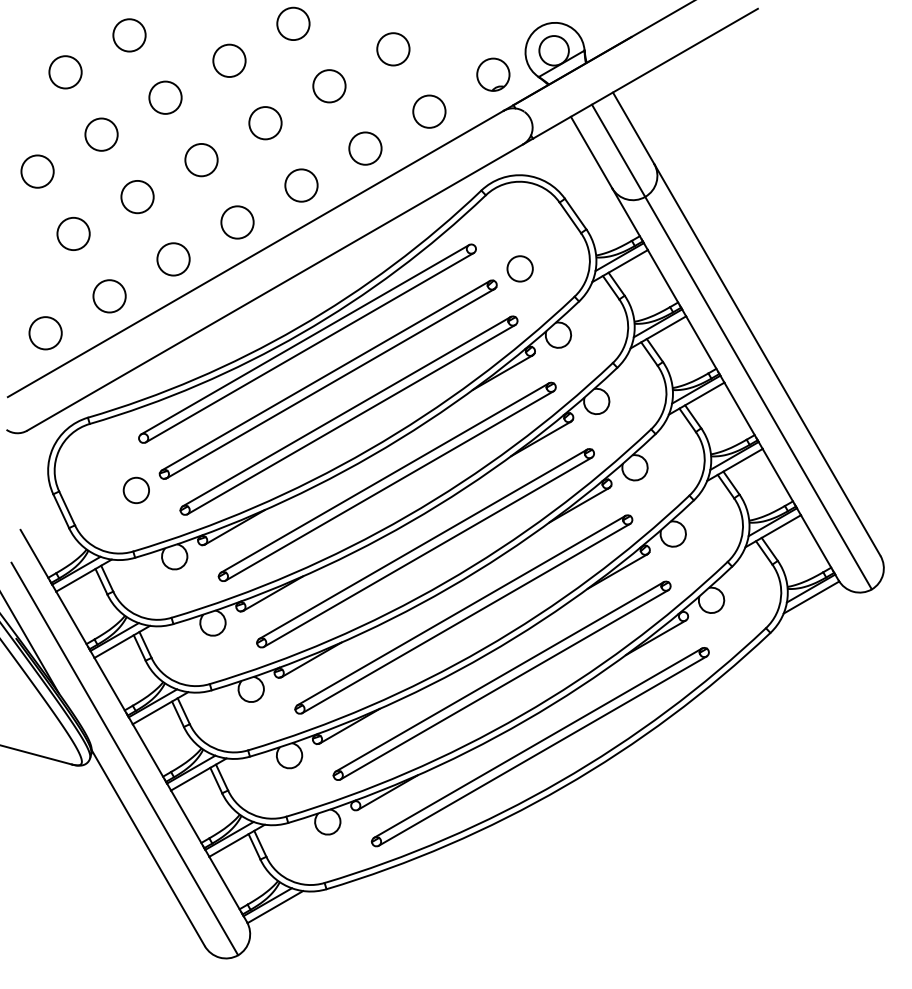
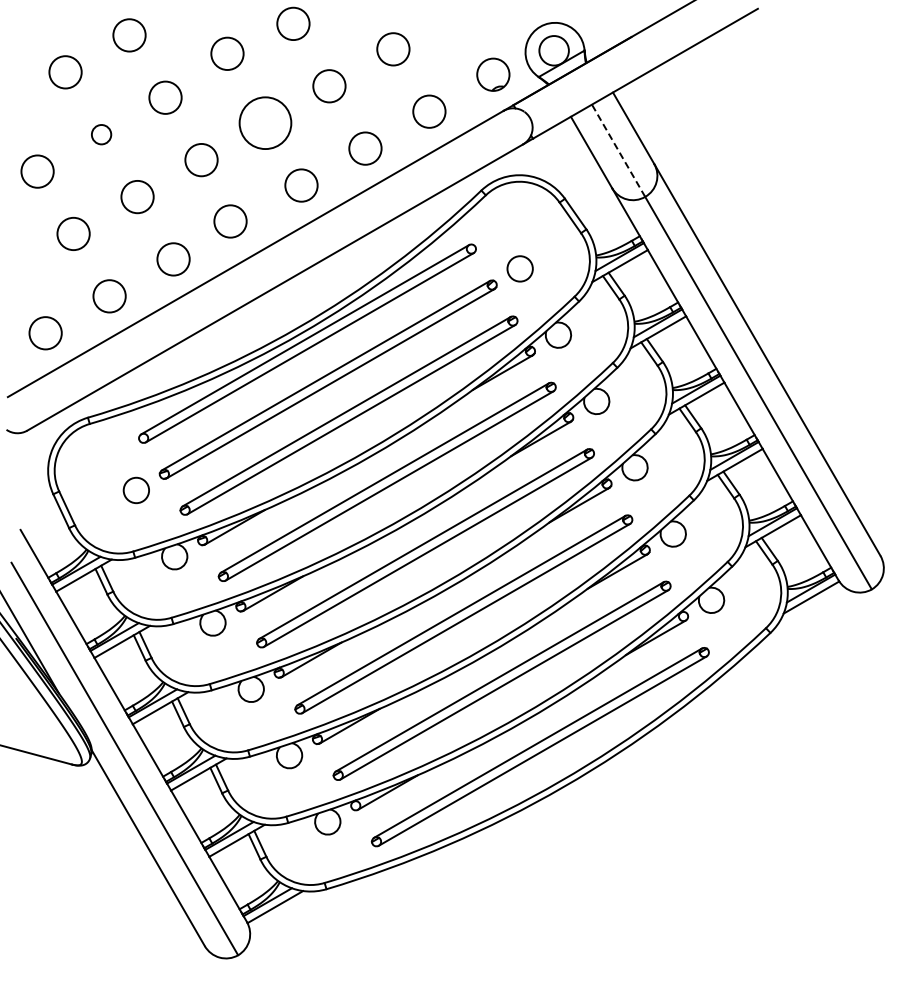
circle at (229, 60) position: (229, 60) -> (227, 53)
circle at (265, 123) diameter: 32 px -> 52 px
circle at (101, 134) diameter: 32 px -> 19 px
line at (618, 150): solid -> dashed
circle at (237, 222) position: (237, 222) -> (230, 221)
